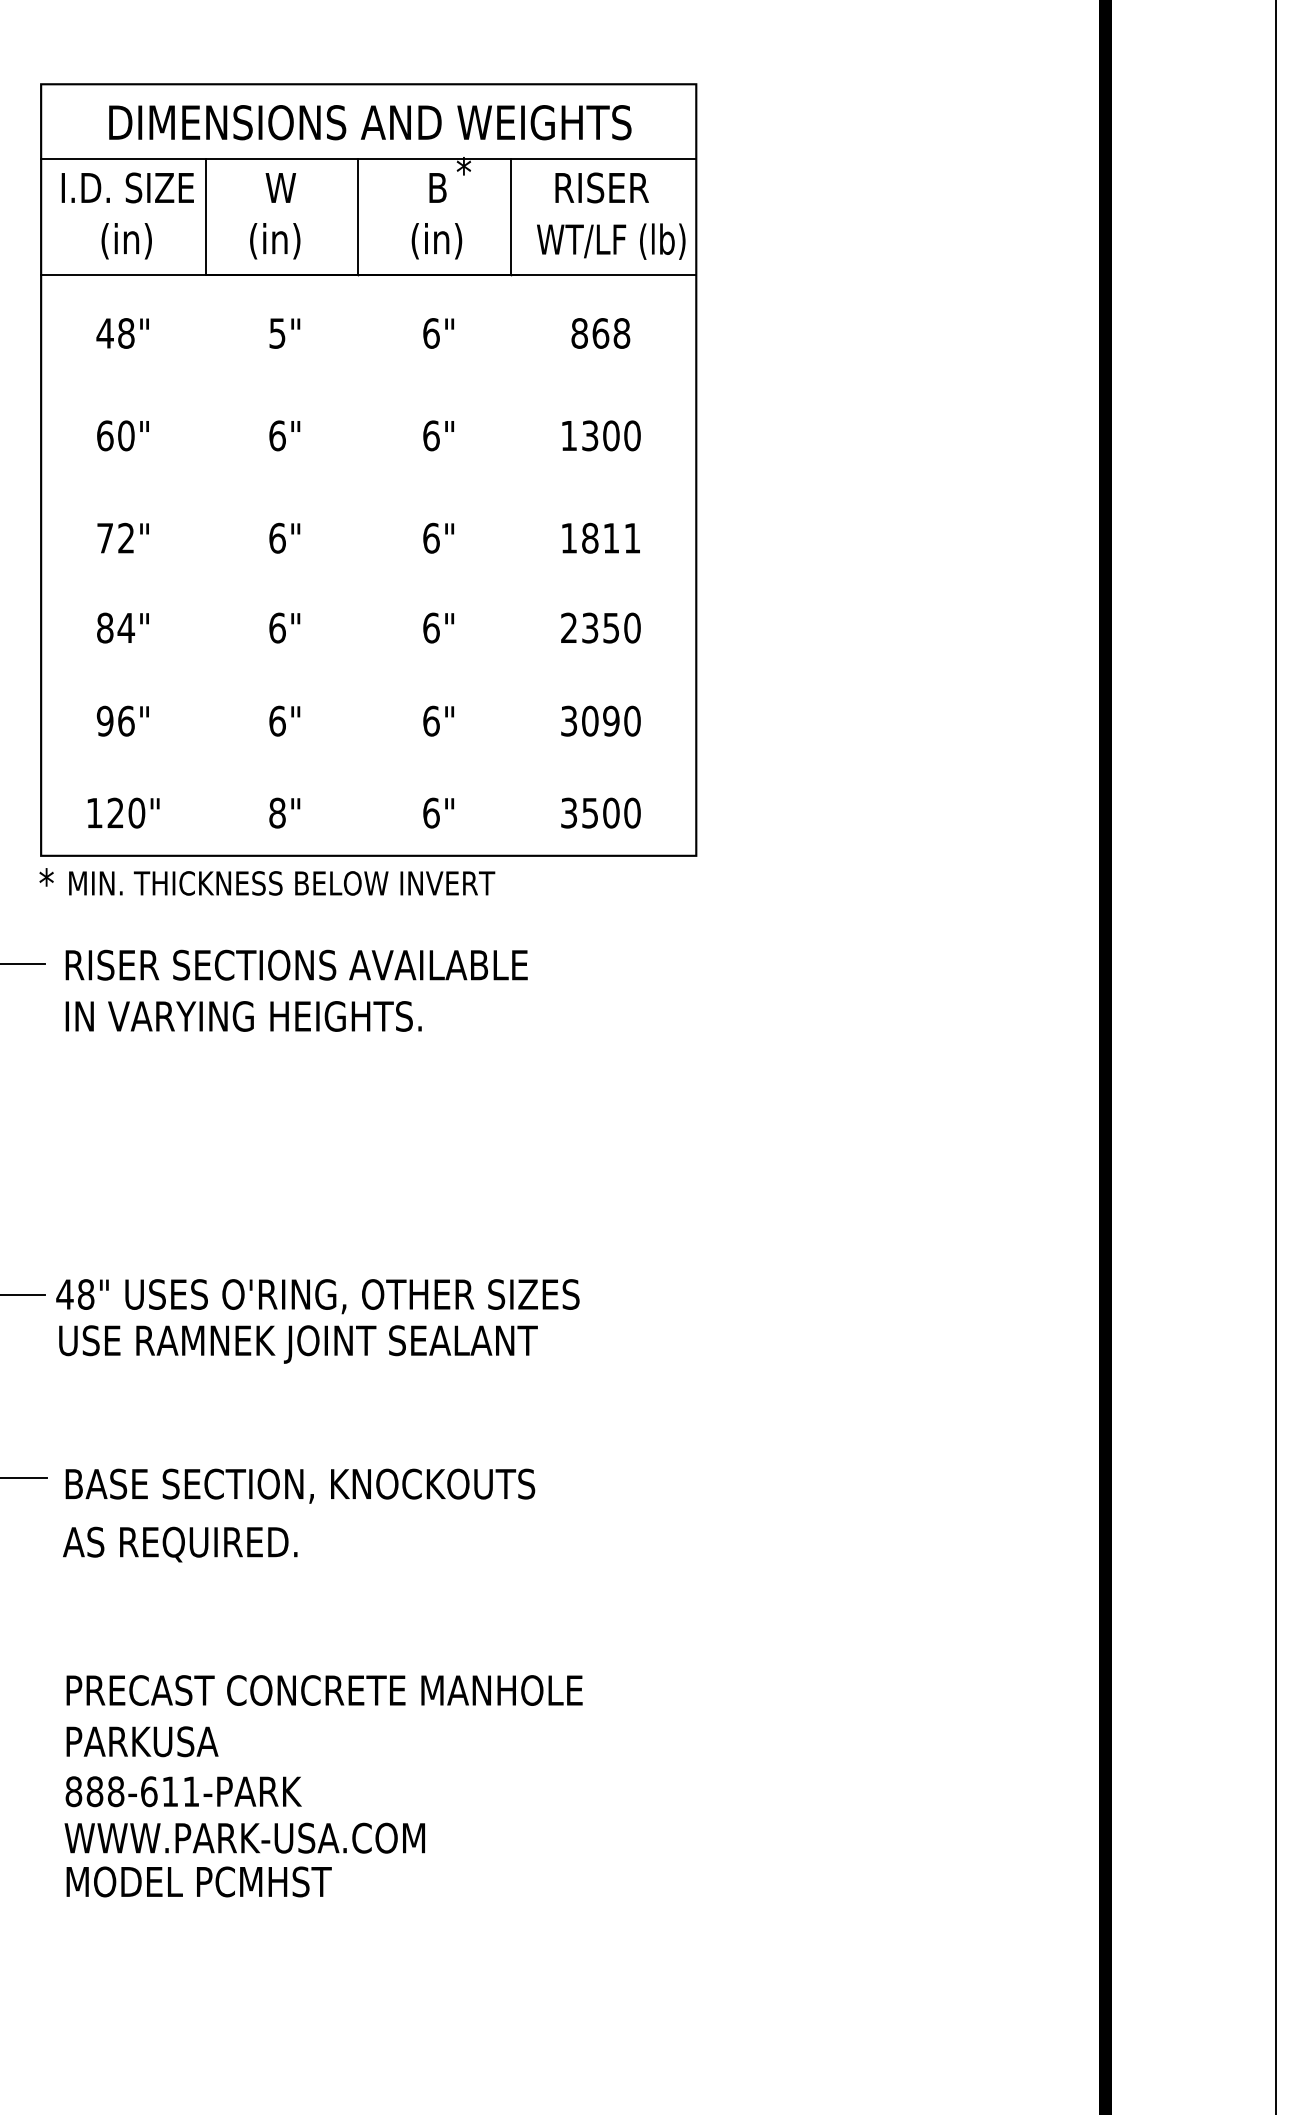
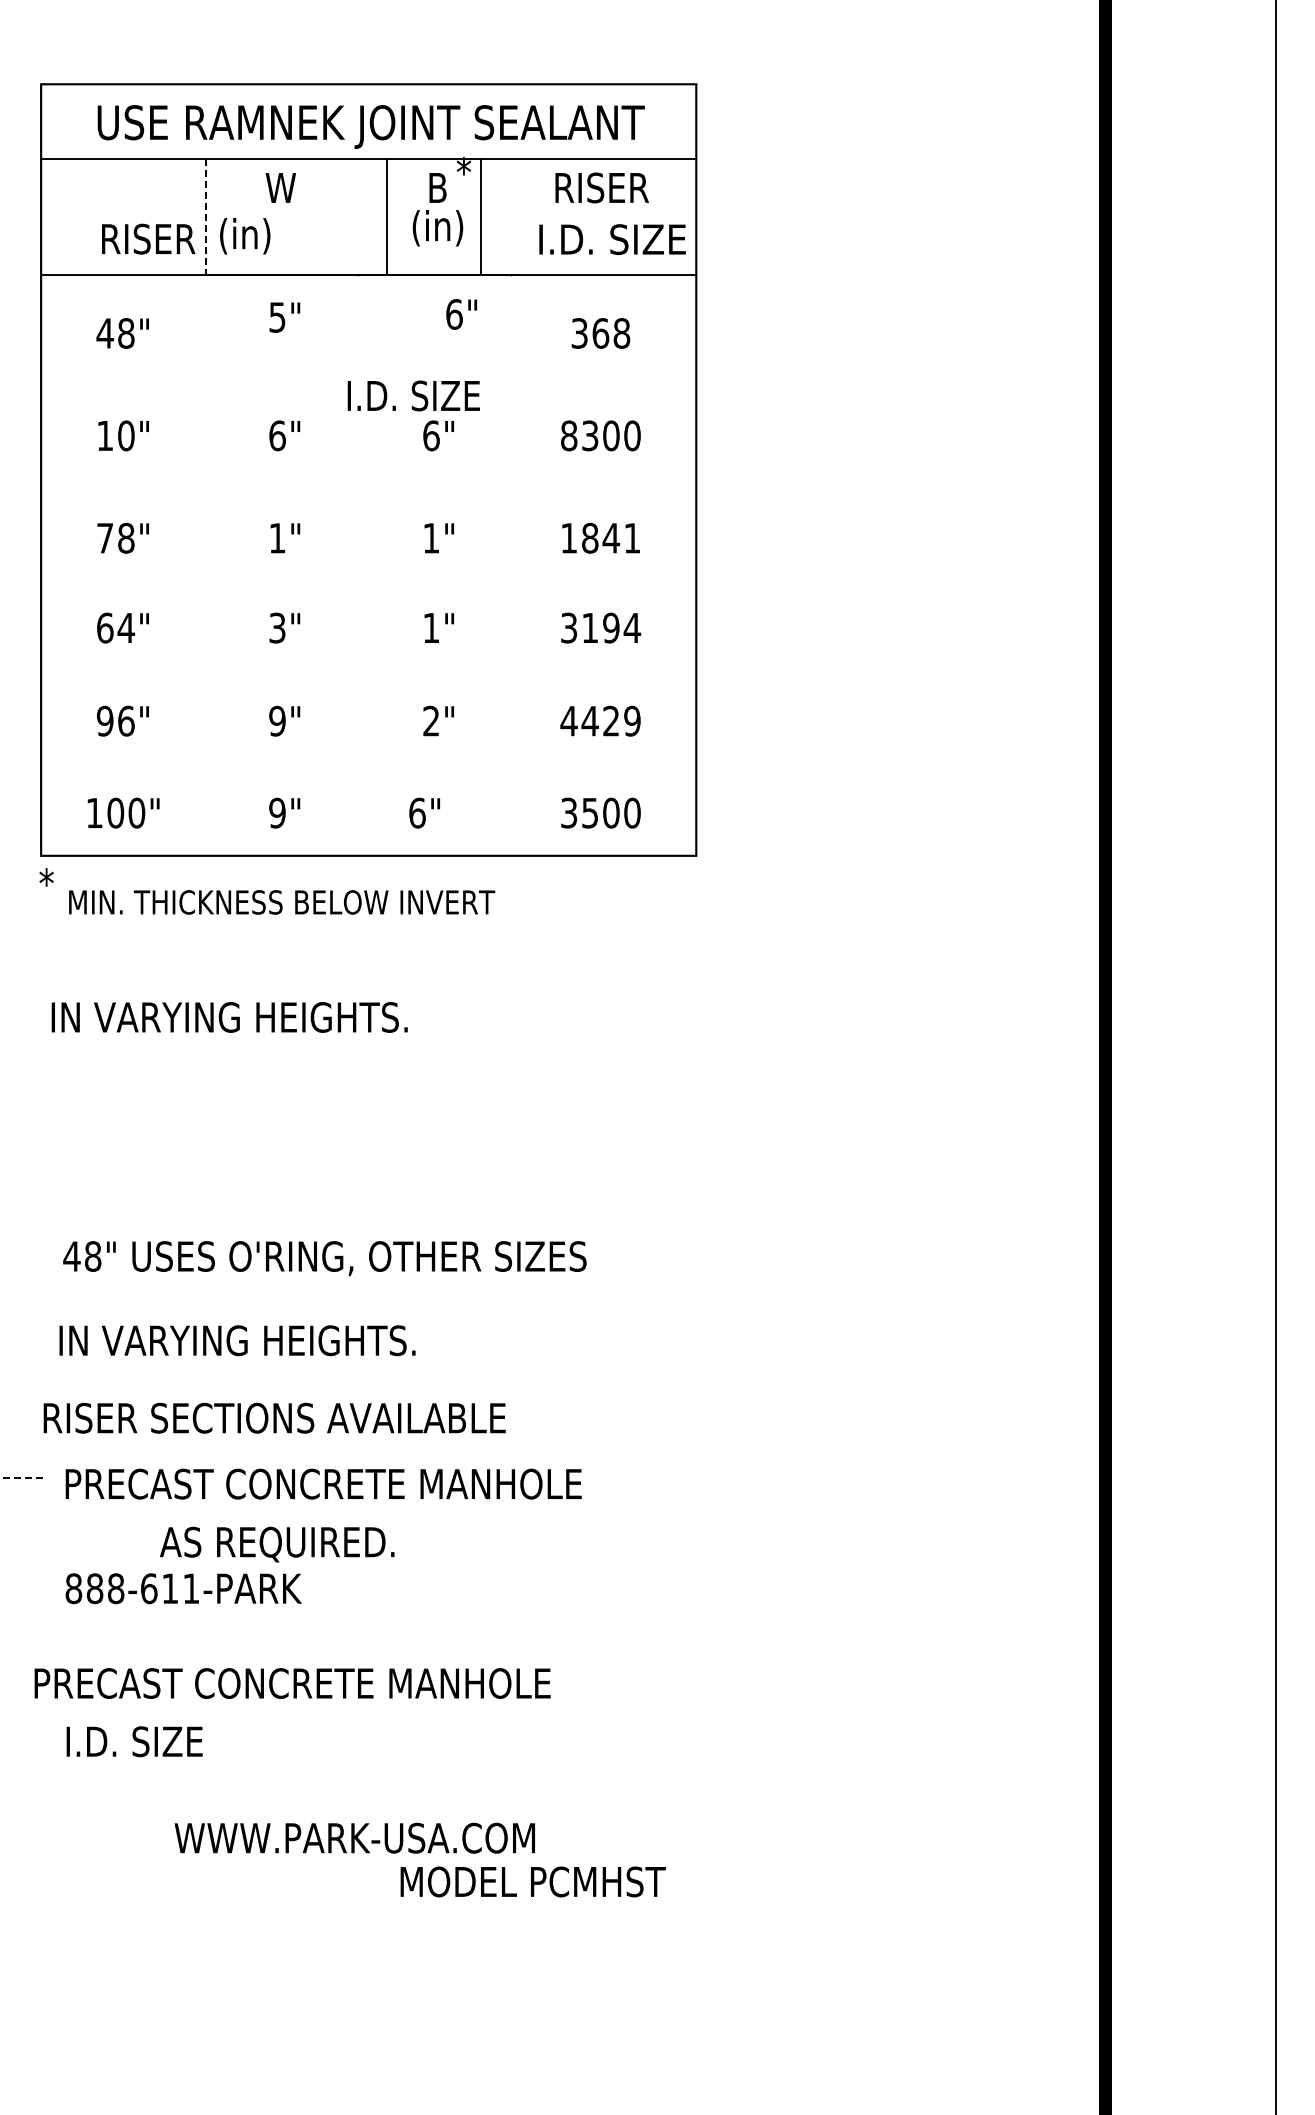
text at (370, 127): DIMENSIONS AND WEIGHTS -> USE RAMNEK JOINT SEALANT
text at (127, 187) position: (127, 187) -> (413, 395)
line at (206, 216): solid -> dashed
line at (358, 216) position: (358, 216) -> (387, 216)
line at (510, 216) position: (510, 216) -> (480, 216)
text at (148, 241): (in) -> RISER
text at (275, 241) position: (275, 241) -> (245, 236)
text at (436, 241) position: (436, 241) -> (437, 228)
text at (611, 241): WT/LF (lb) -> I.D. SIZE
text at (284, 333) position: (284, 333) -> (284, 317)
text at (438, 333) position: (438, 333) -> (461, 314)
text at (579, 333): 868 -> 368
text at (105, 435): 60" -> 10"
text at (569, 435): 1300 -> 8300
text at (277, 537): 6" -> 1"
text at (431, 537): 6" -> 1"
text at (126, 538): 72" -> 78"
text at (611, 538): 1811 -> 1841
text at (105, 627): 84" -> 64"
text at (277, 627): 6" -> 3"
text at (431, 627): 6" -> 1"
text at (601, 627): 2350 -> 3194
text at (277, 720): 6" -> 9"
text at (431, 720): 6" -> 2"
text at (600, 720): 3090 -> 4429
text at (115, 812): 120" -> 100"
text at (277, 812): 8" -> 9"
text at (438, 812) position: (438, 812) -> (424, 812)
text at (282, 883) position: (282, 883) -> (282, 902)
line at (23, 963): present -> none
text at (296, 964) position: (296, 964) -> (274, 1417)
text at (243, 1016) position: (243, 1016) -> (229, 1017)
line at (23, 1294): present -> none
text at (317, 1296) position: (317, 1296) -> (324, 1258)
text at (298, 1344): USE RAMNEK JOINT SEALANT -> IN VARYING HEIGHTS.
line at (24, 1478): solid -> dashed
text at (325, 1485): BASE SECTION, KNOCKOUTS -> PRECAST CONCRETE MANHOLE
text at (180, 1544) position: (180, 1544) -> (277, 1544)
text at (324, 1690) position: (324, 1690) -> (292, 1683)
text at (144, 1741): PARKUSA -> I.D. SIZE
text at (183, 1791) position: (183, 1791) -> (183, 1588)
text at (244, 1837) position: (244, 1837) -> (354, 1837)
text at (198, 1881) position: (198, 1881) -> (532, 1881)
